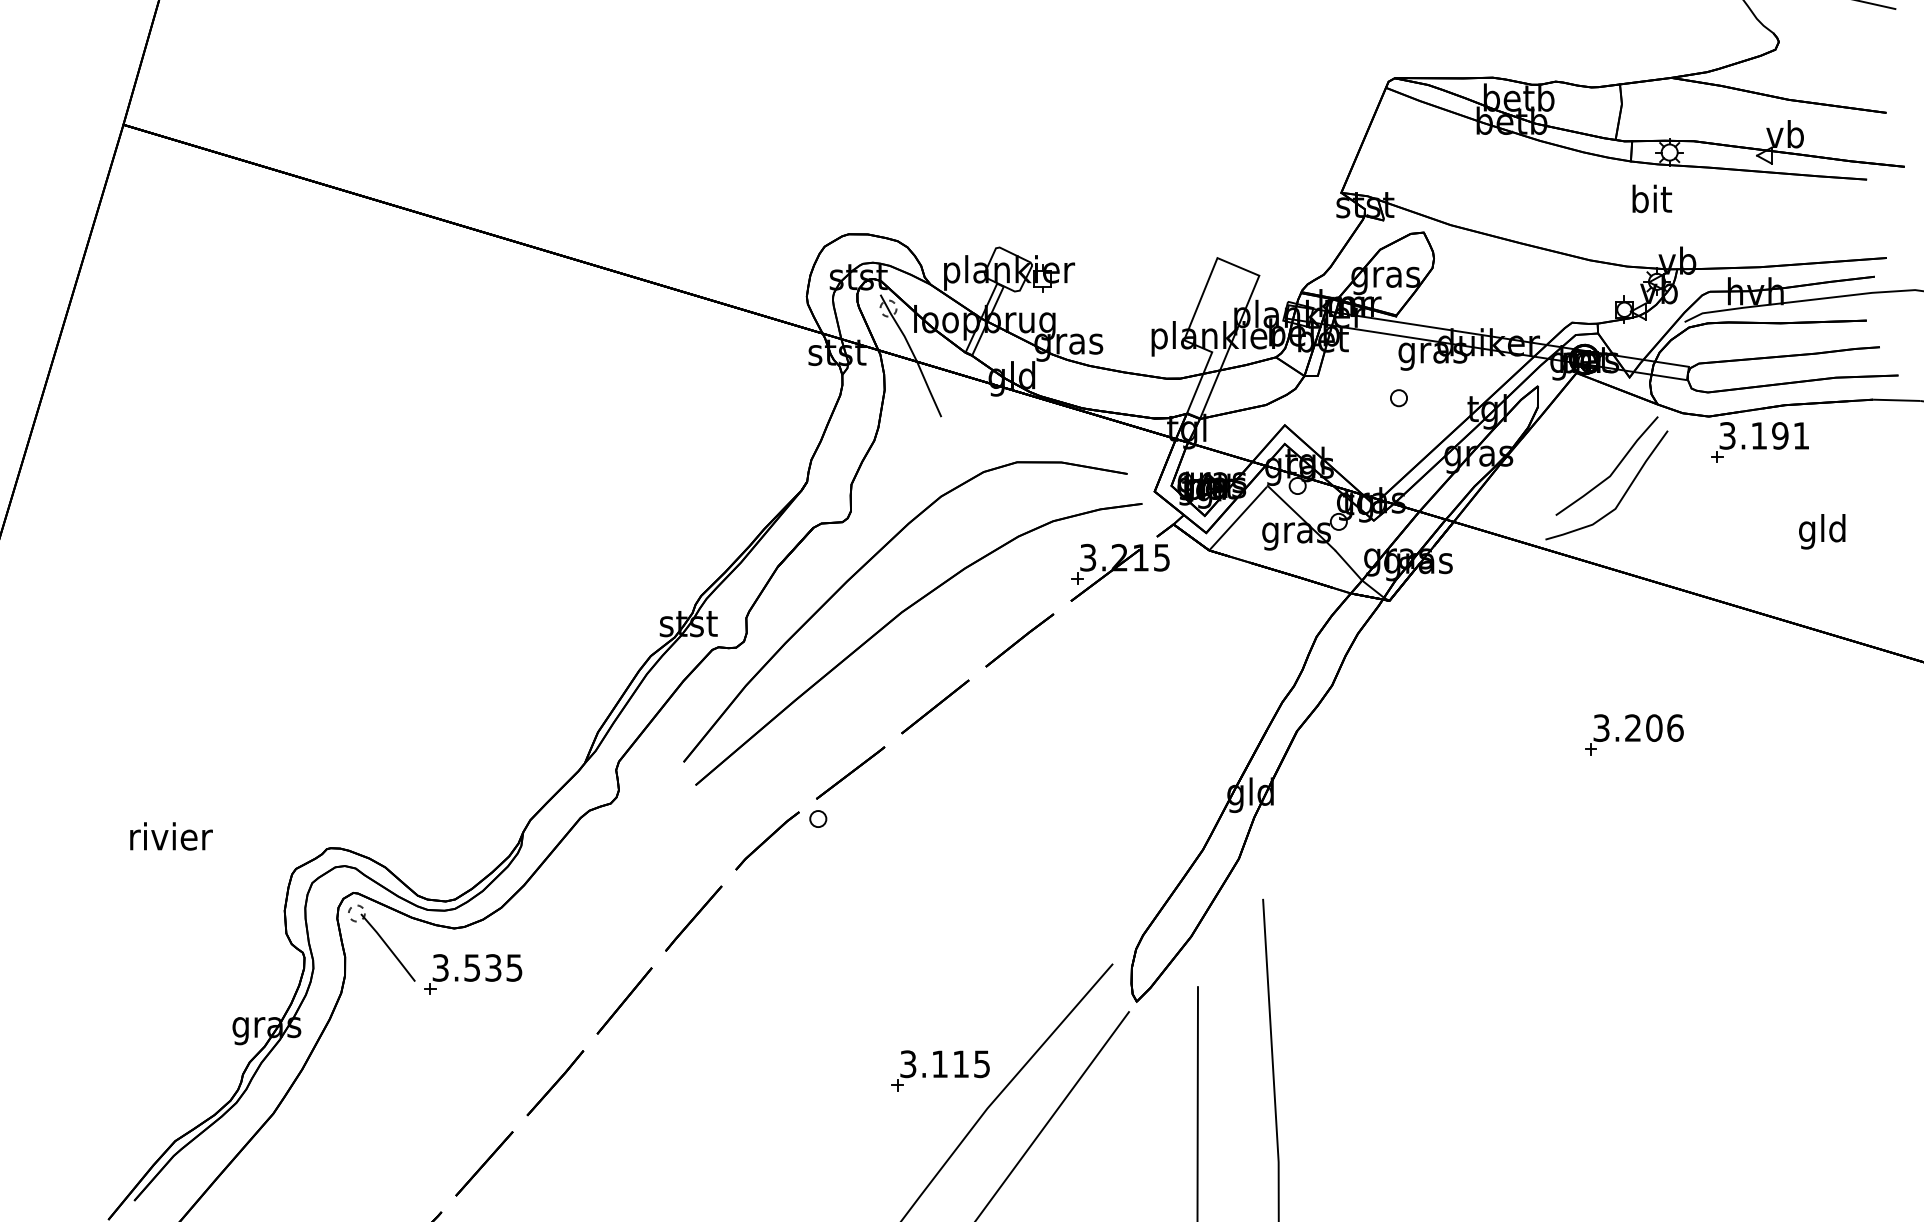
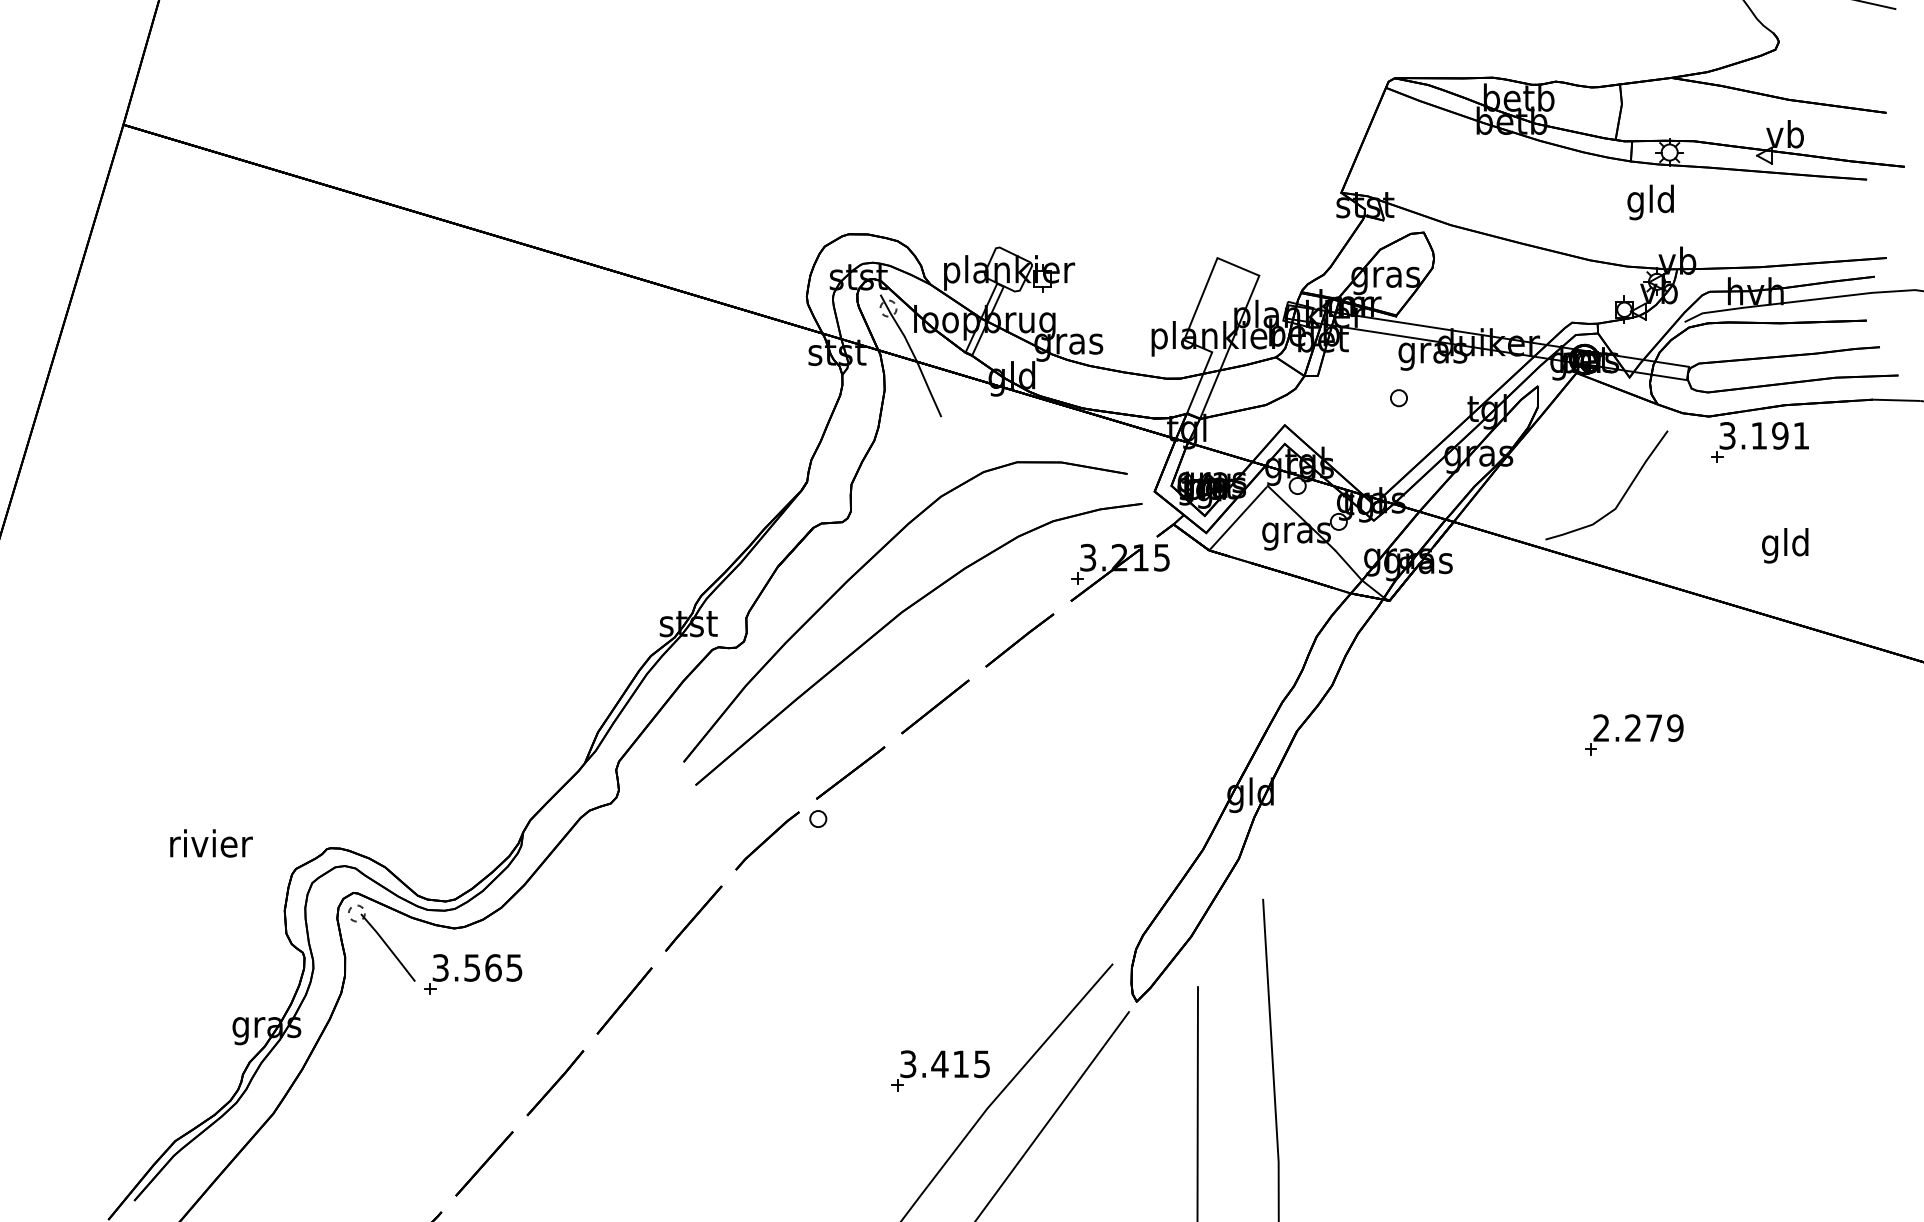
text at (1650, 202): bit -> gld
line at (1612, 471): present -> none
text at (1822, 531) position: (1822, 531) -> (1785, 545)
text at (1638, 727): 3.206 -> 2.279
text at (171, 836) position: (171, 836) -> (211, 843)
text at (493, 967): 3.535 -> 3.565
text at (939, 1063): 3.115 -> 3.415
